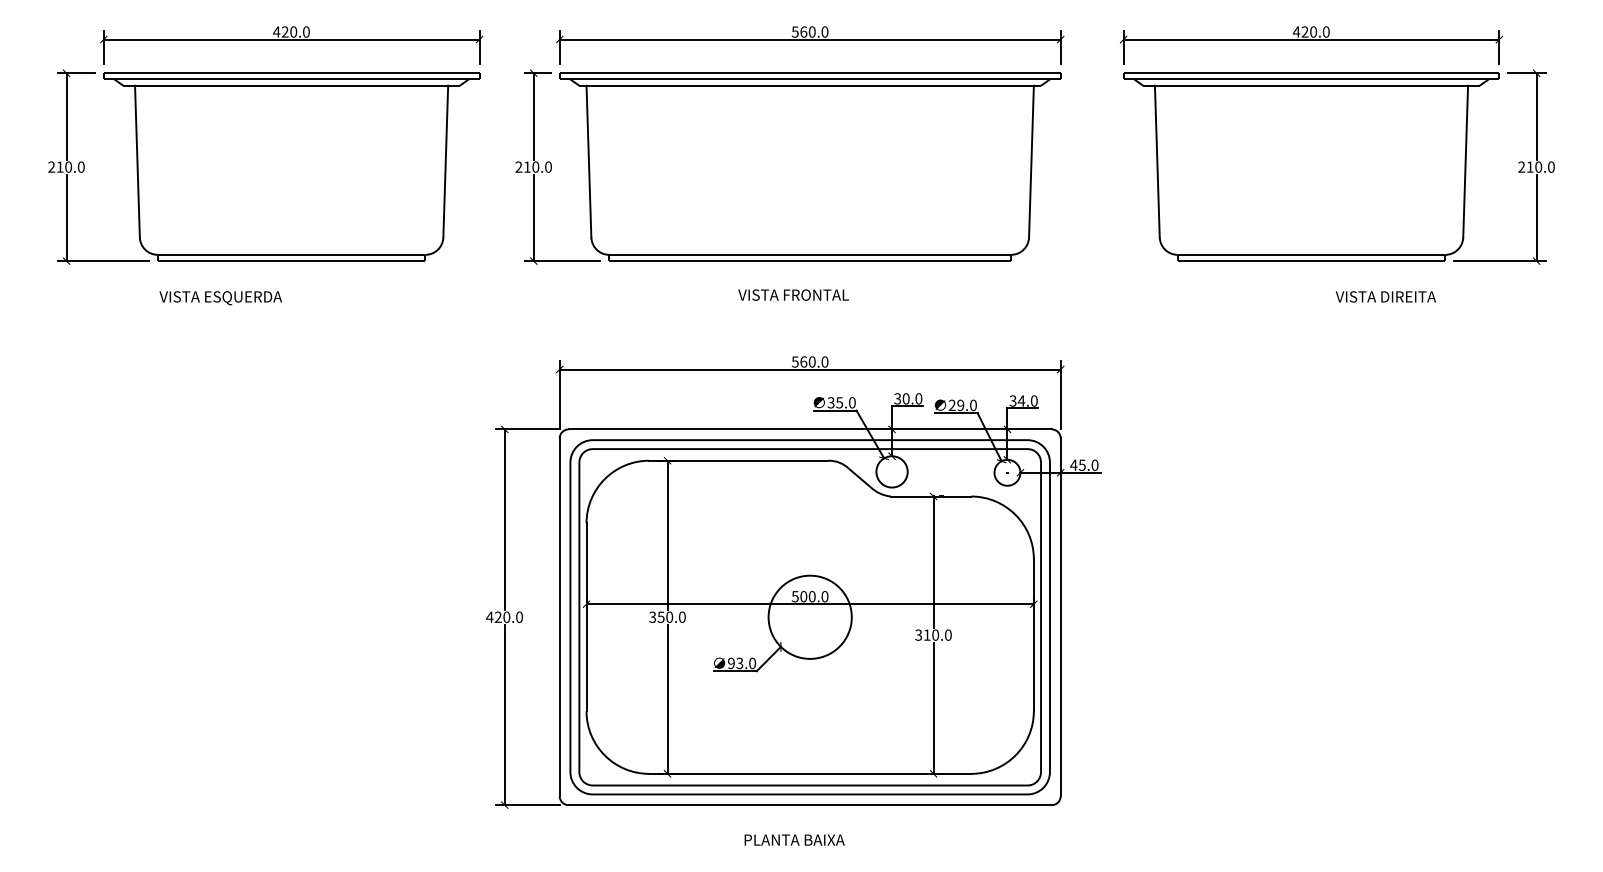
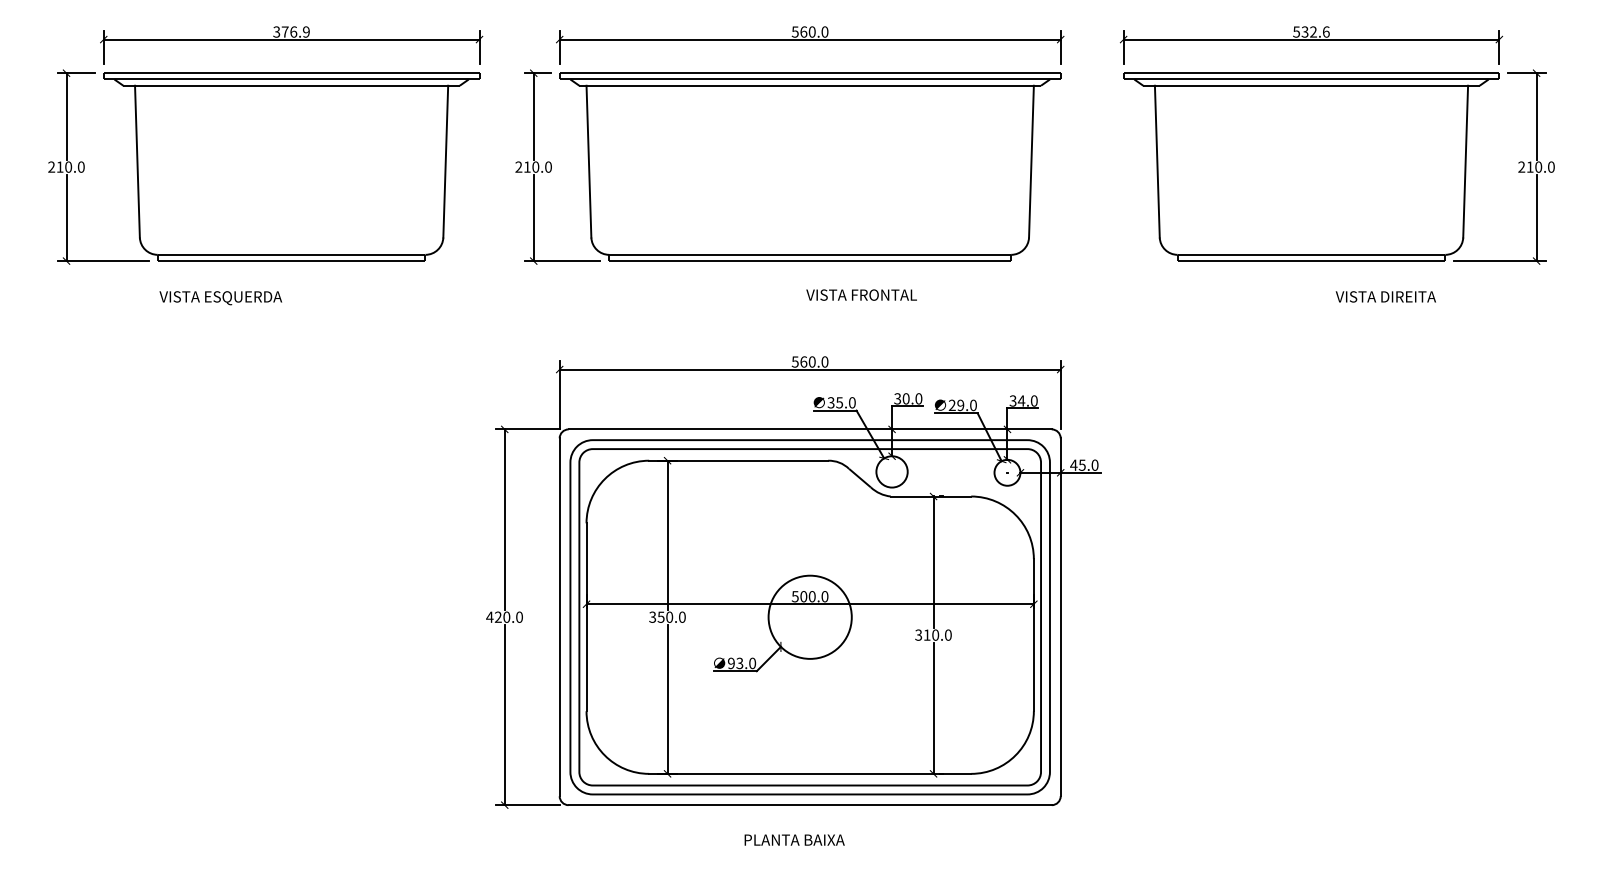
text at (291, 31): 420.0 -> 376.9
text at (1310, 31): 420.0 -> 532.6
text at (793, 294) position: (793, 294) -> (861, 294)
